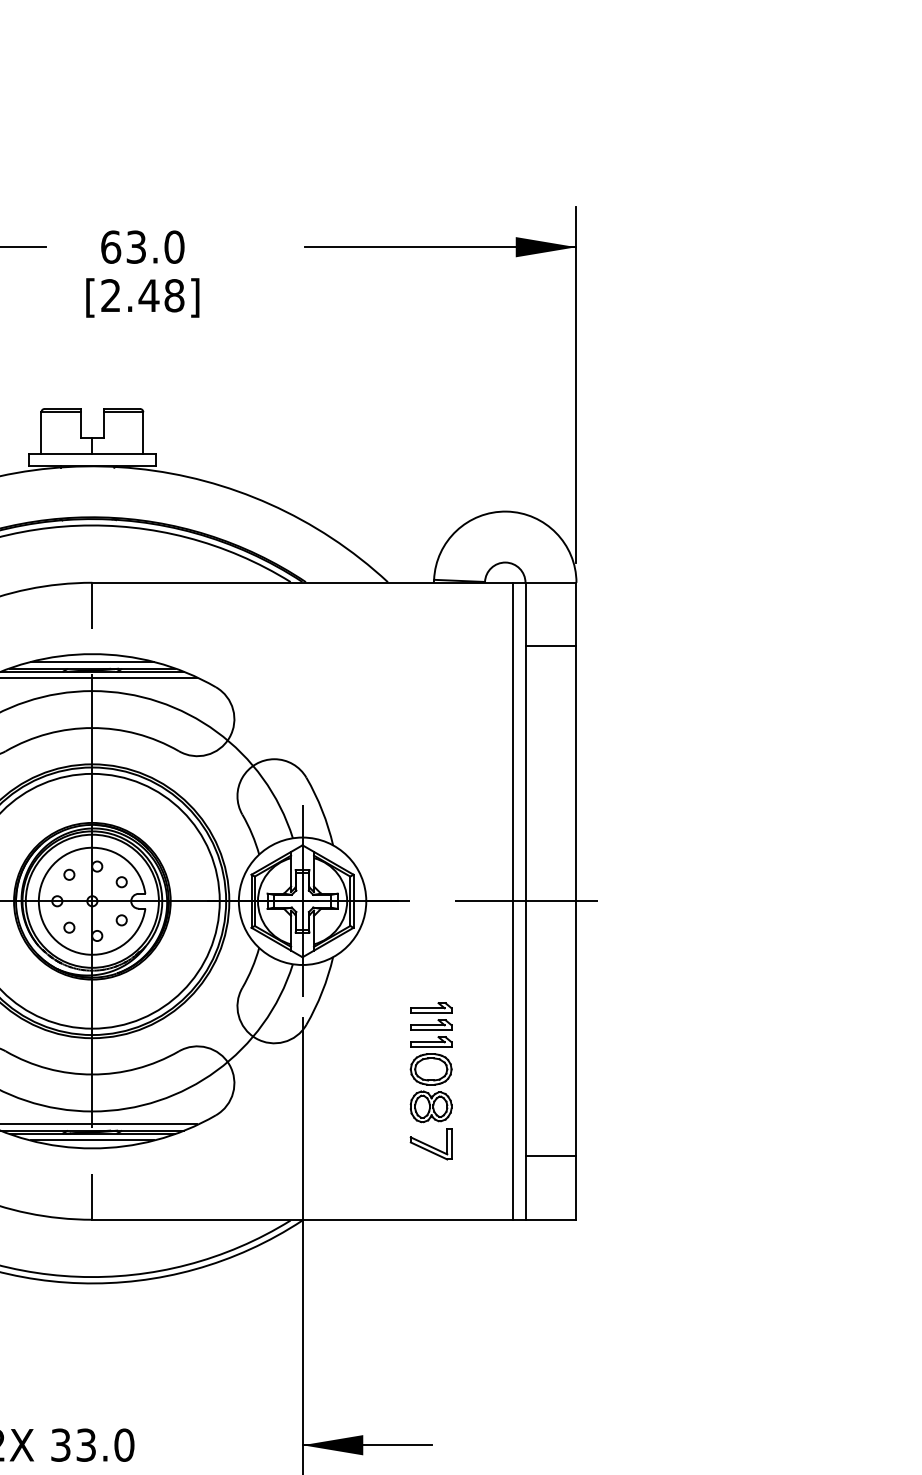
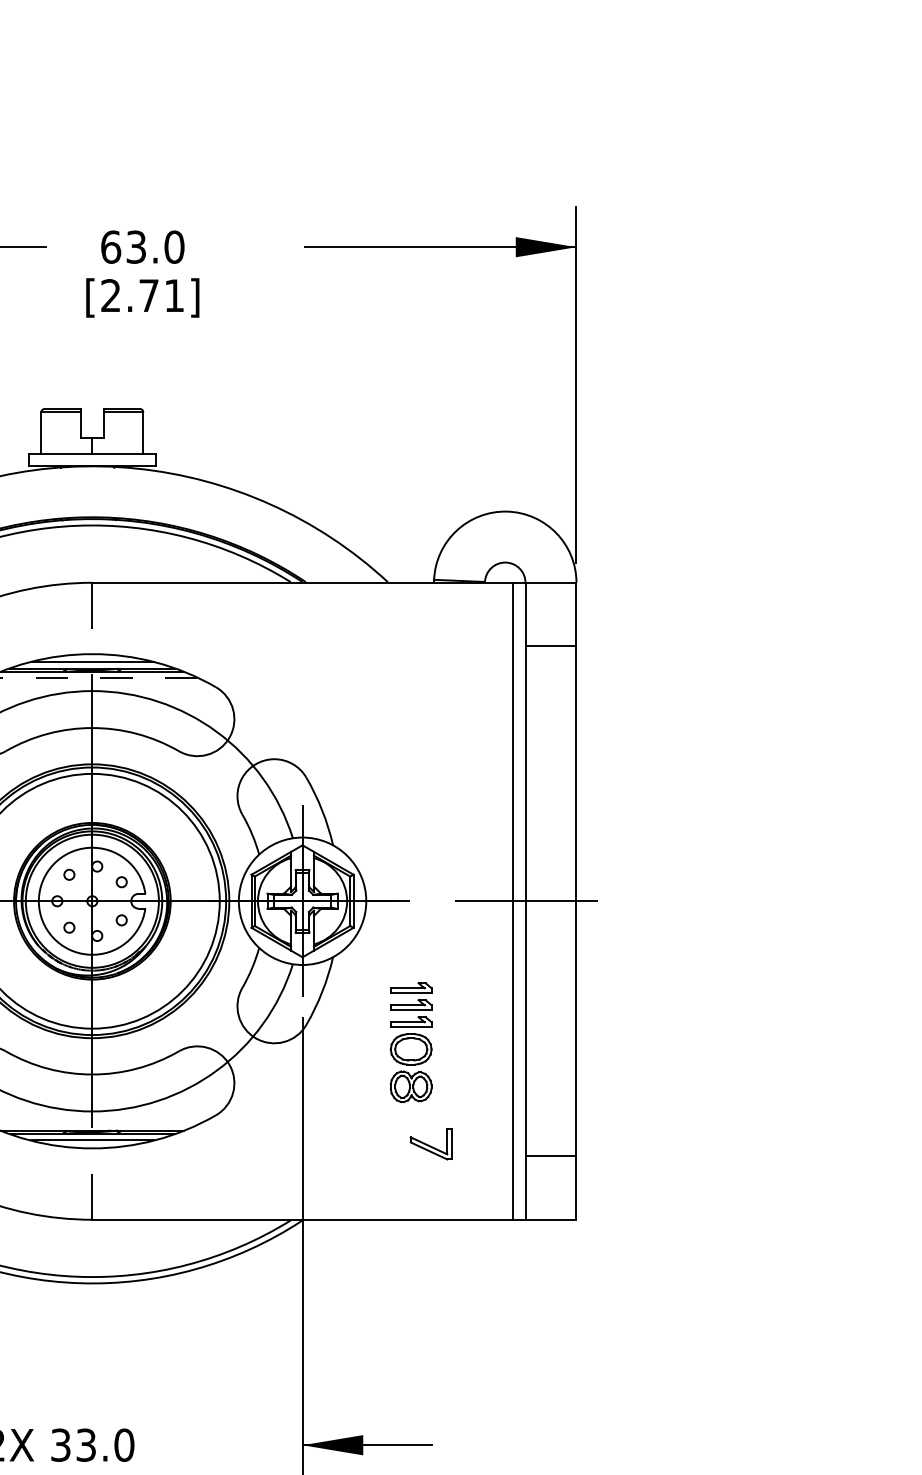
text at (161, 295): [2.48] -> [2.71]
line at (98, 678): solid -> dashed
part at (430, 1062) position: (430, 1062) -> (410, 1042)
line at (99, 1124): present -> none
